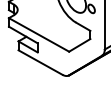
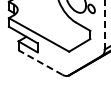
line at (104, 24): solid -> dashed
line at (40, 62): solid -> dashed
